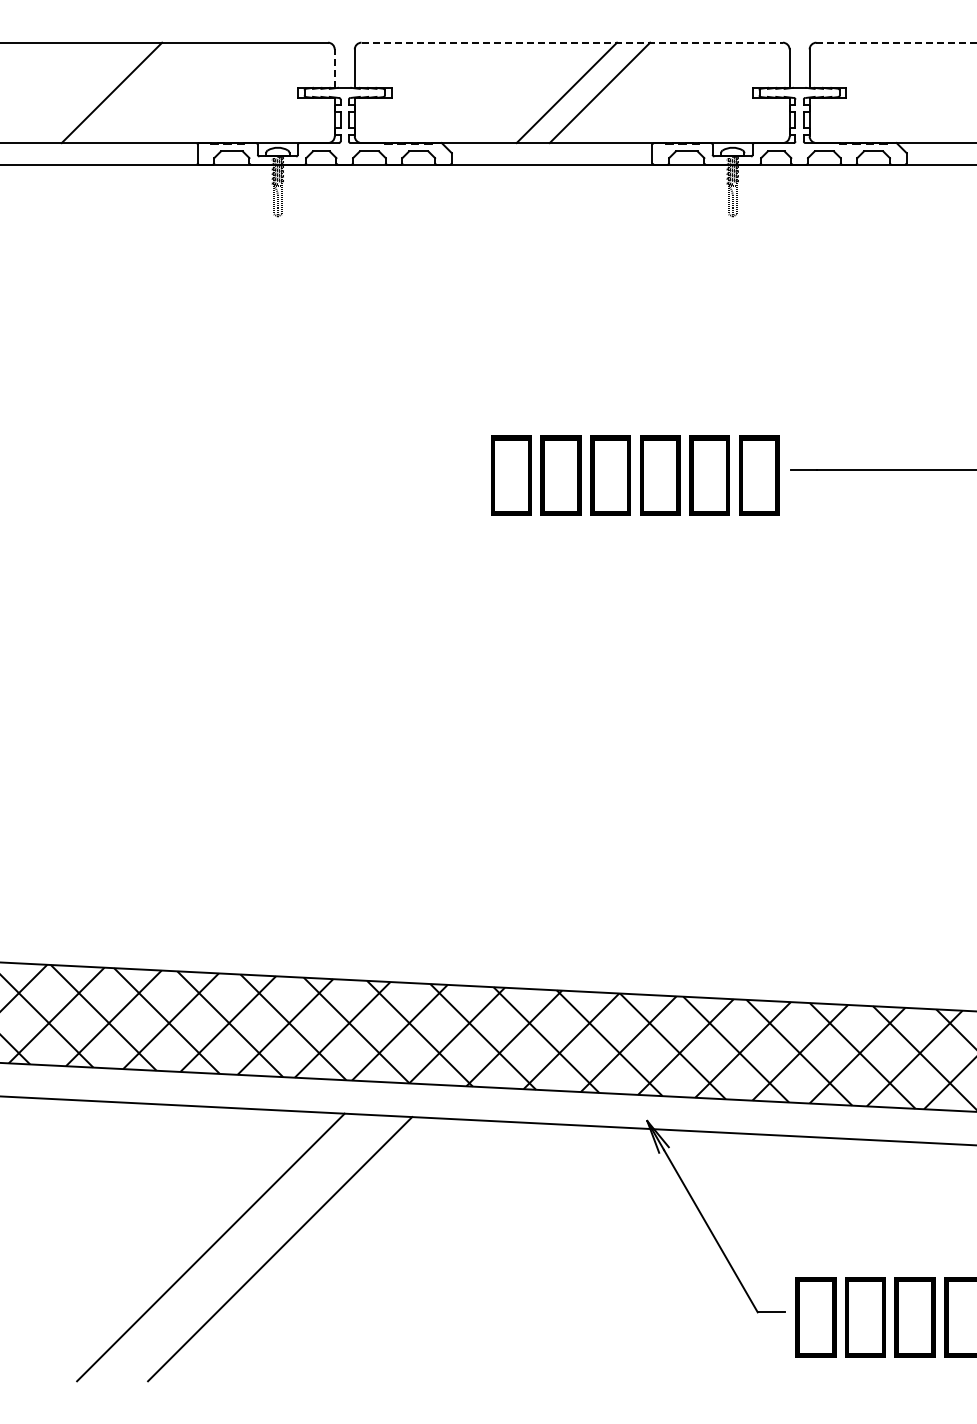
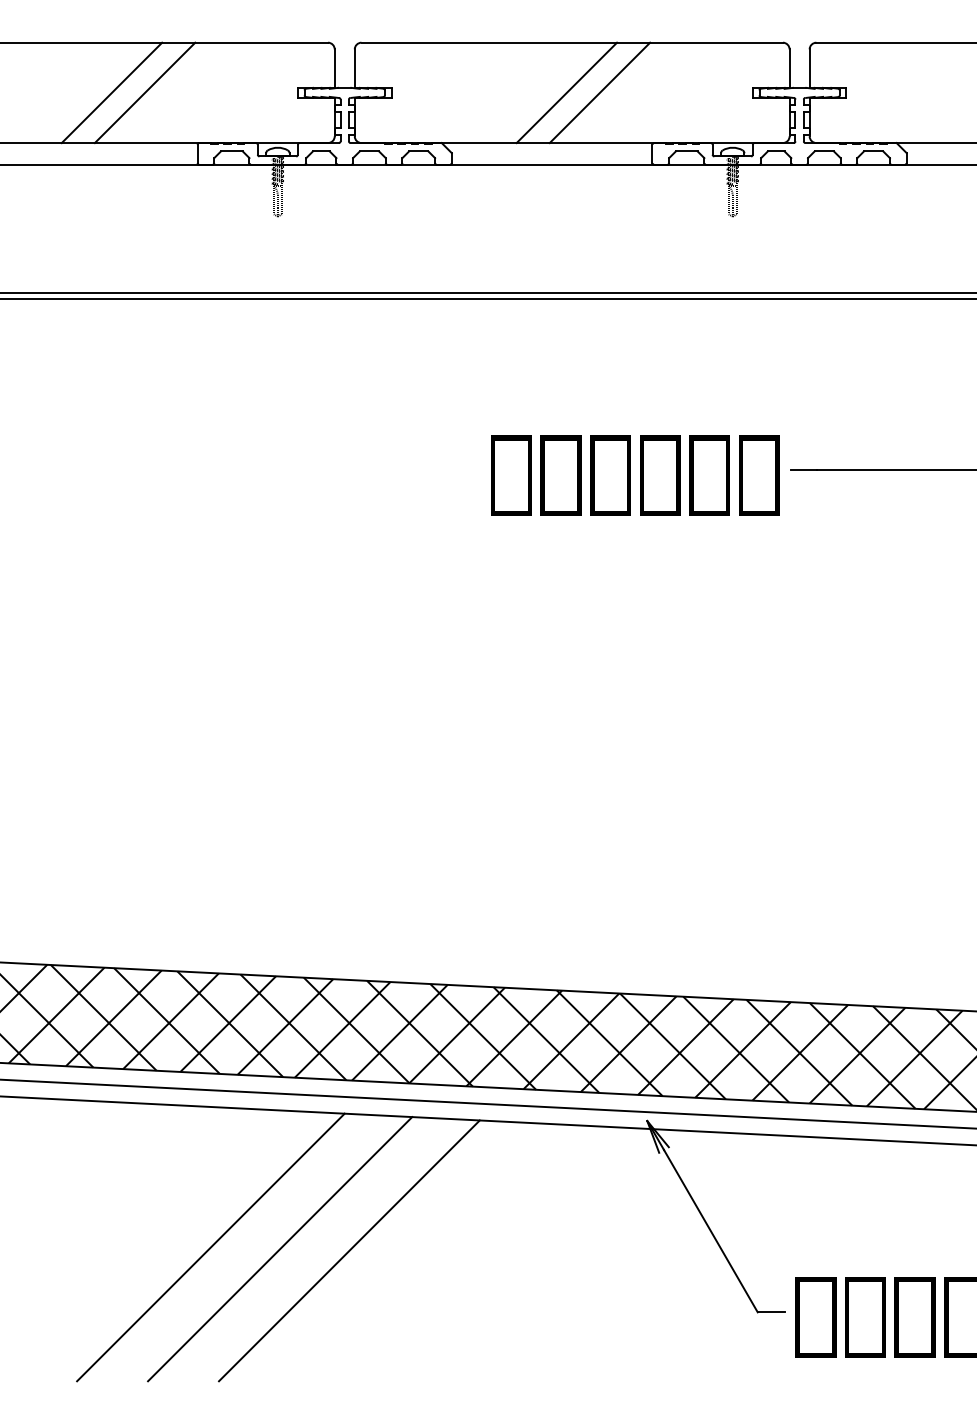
line at (572, 42): dashed -> solid
line at (896, 42): dashed -> solid
line at (334, 68): dashed -> solid
line at (144, 92): none -> present
line at (487, 293): none -> present
line at (487, 298): none -> present
line at (487, 1103): none -> present
line at (349, 1250): none -> present
